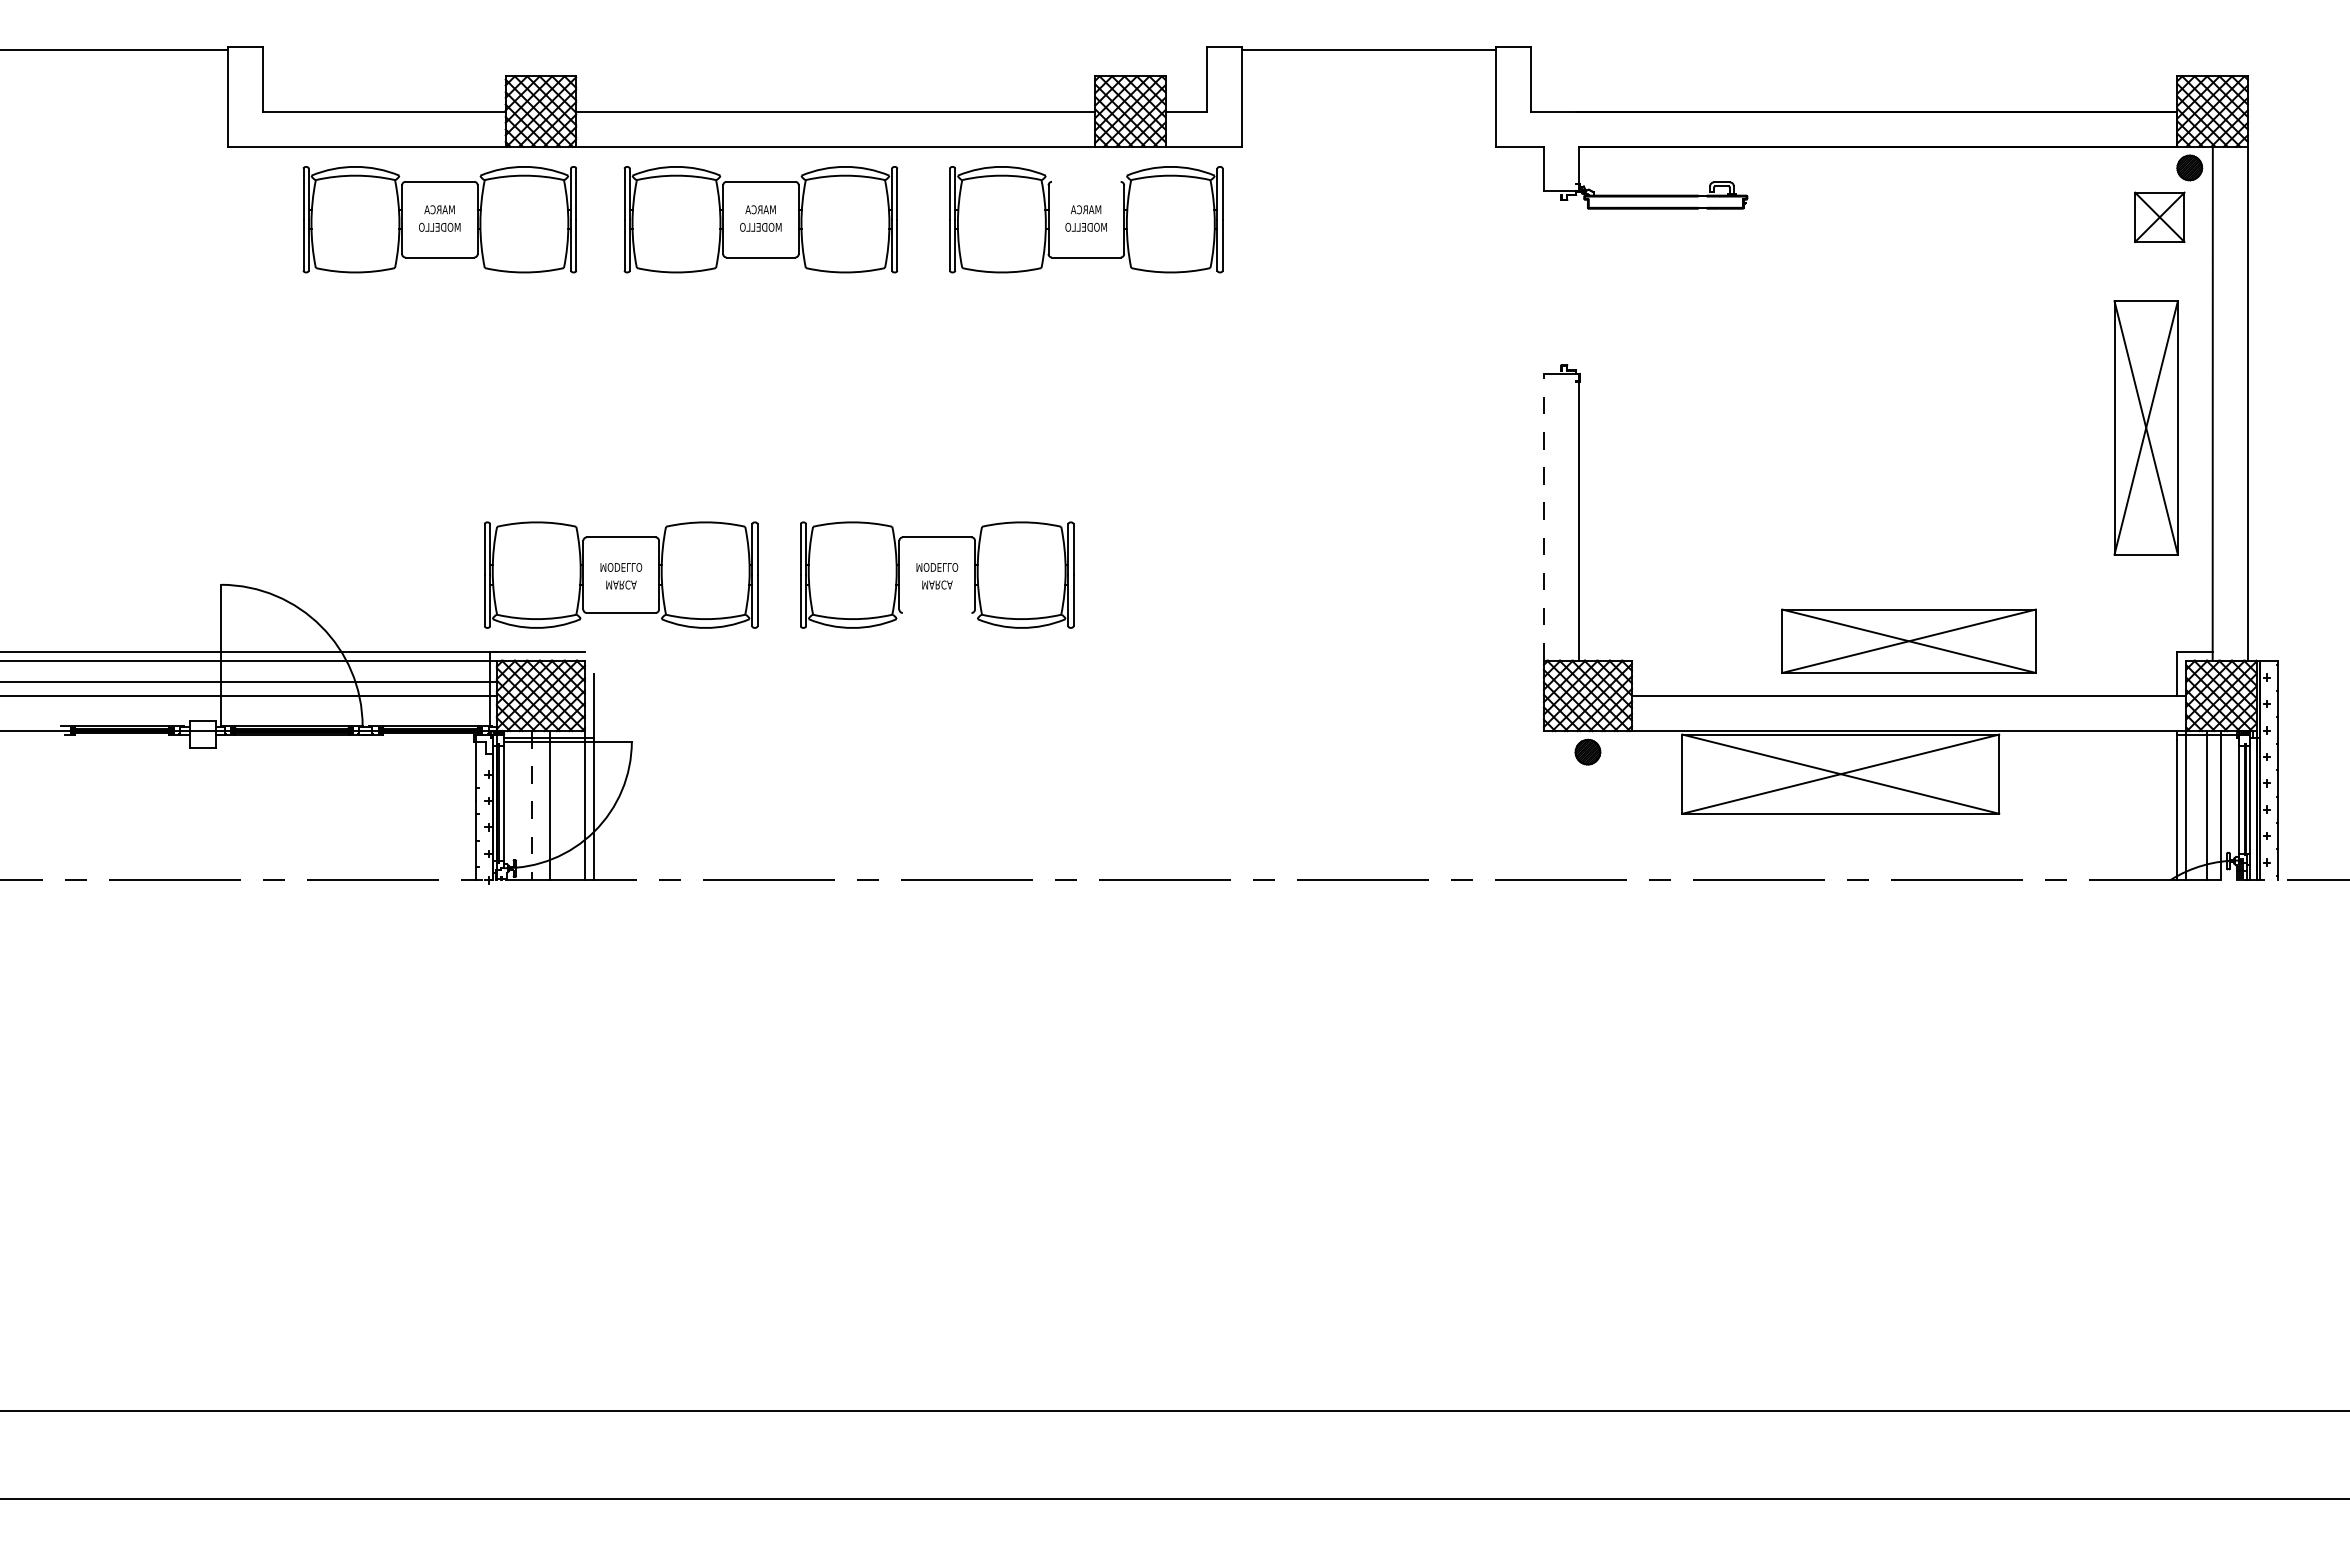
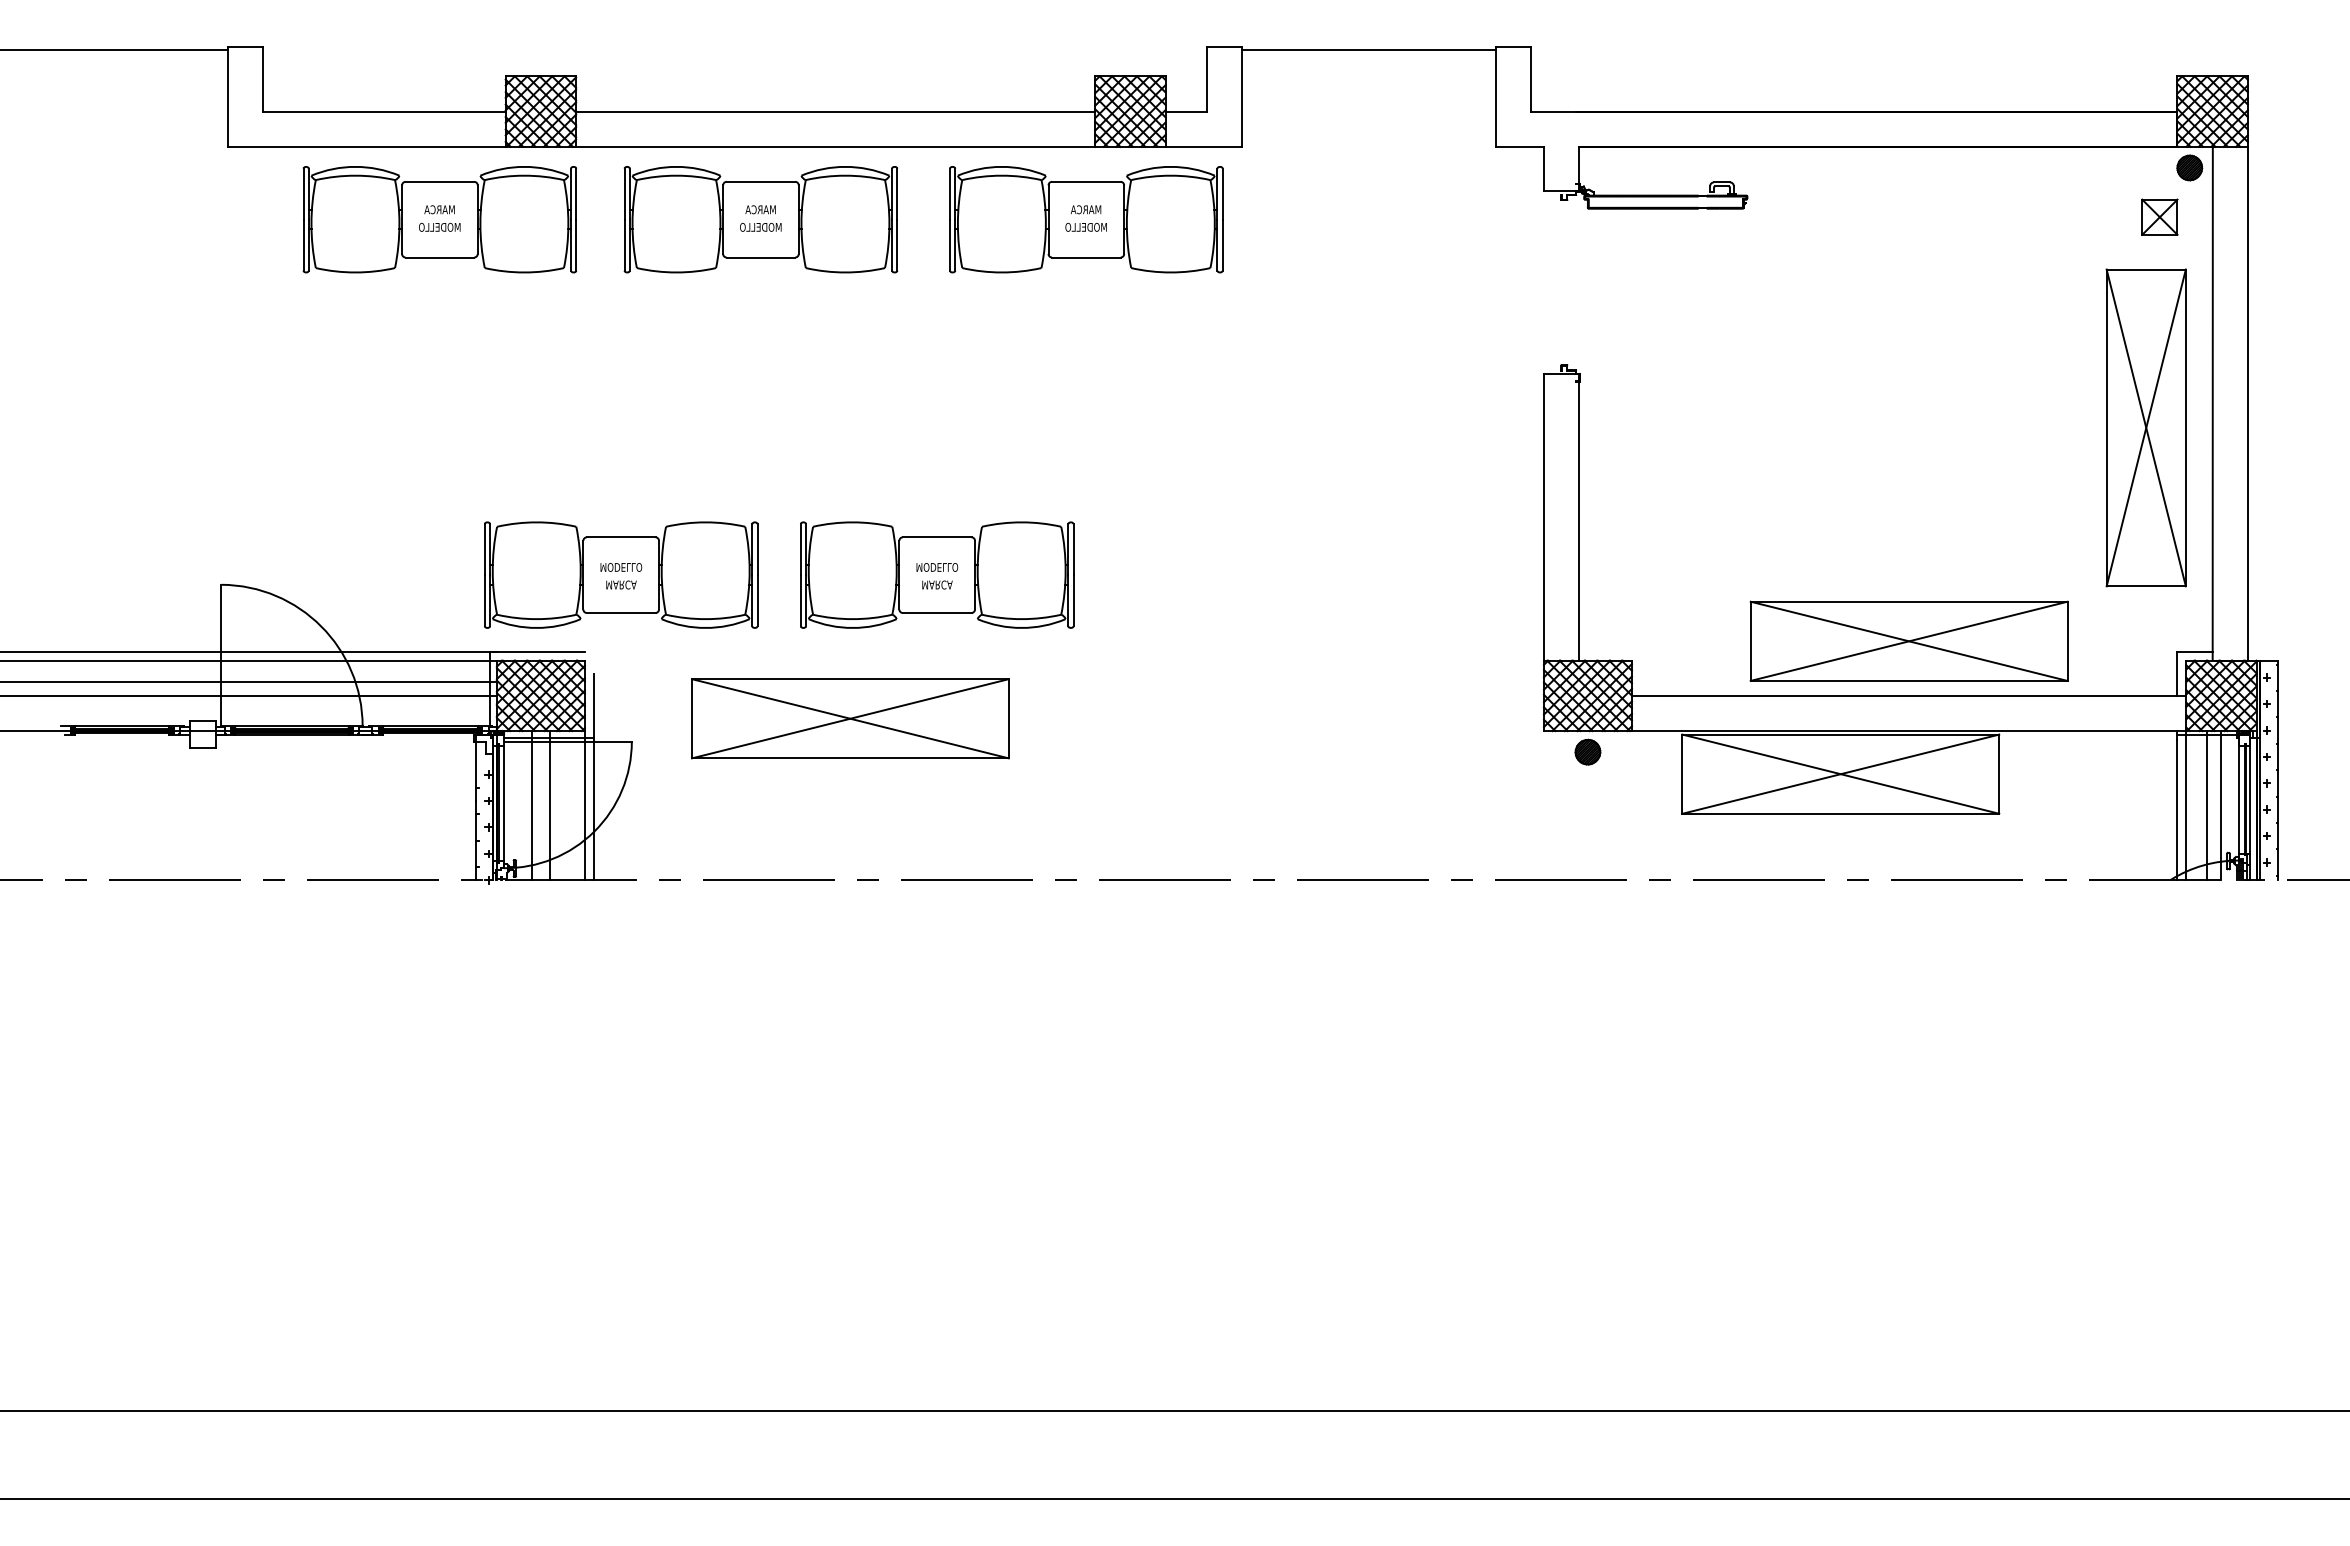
line at (1086, 181): none -> present
part at (2159, 216) size: 52x52 px -> 38x38 px
part at (2145, 427) size: 66x256 px -> 82x320 px
line at (1543, 516): dashed -> solid
line at (936, 613): none -> present
part at (1908, 640) size: 256x66 px -> 320x82 px
part at (850, 718): none -> present
line at (532, 806): dashed -> solid
